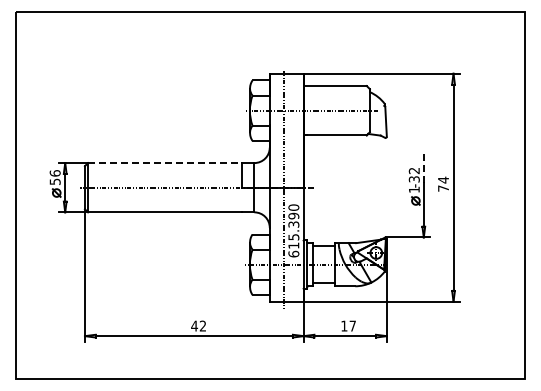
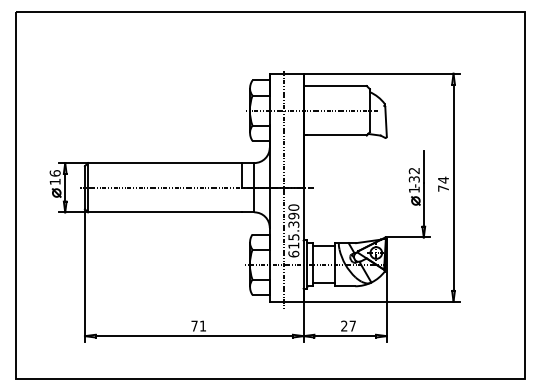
line at (165, 163): dashed -> solid
line at (423, 166): dashed -> solid
text at (54, 181): 56 -> 16
text at (198, 325): 42 -> 71
text at (344, 325): 17 -> 27
